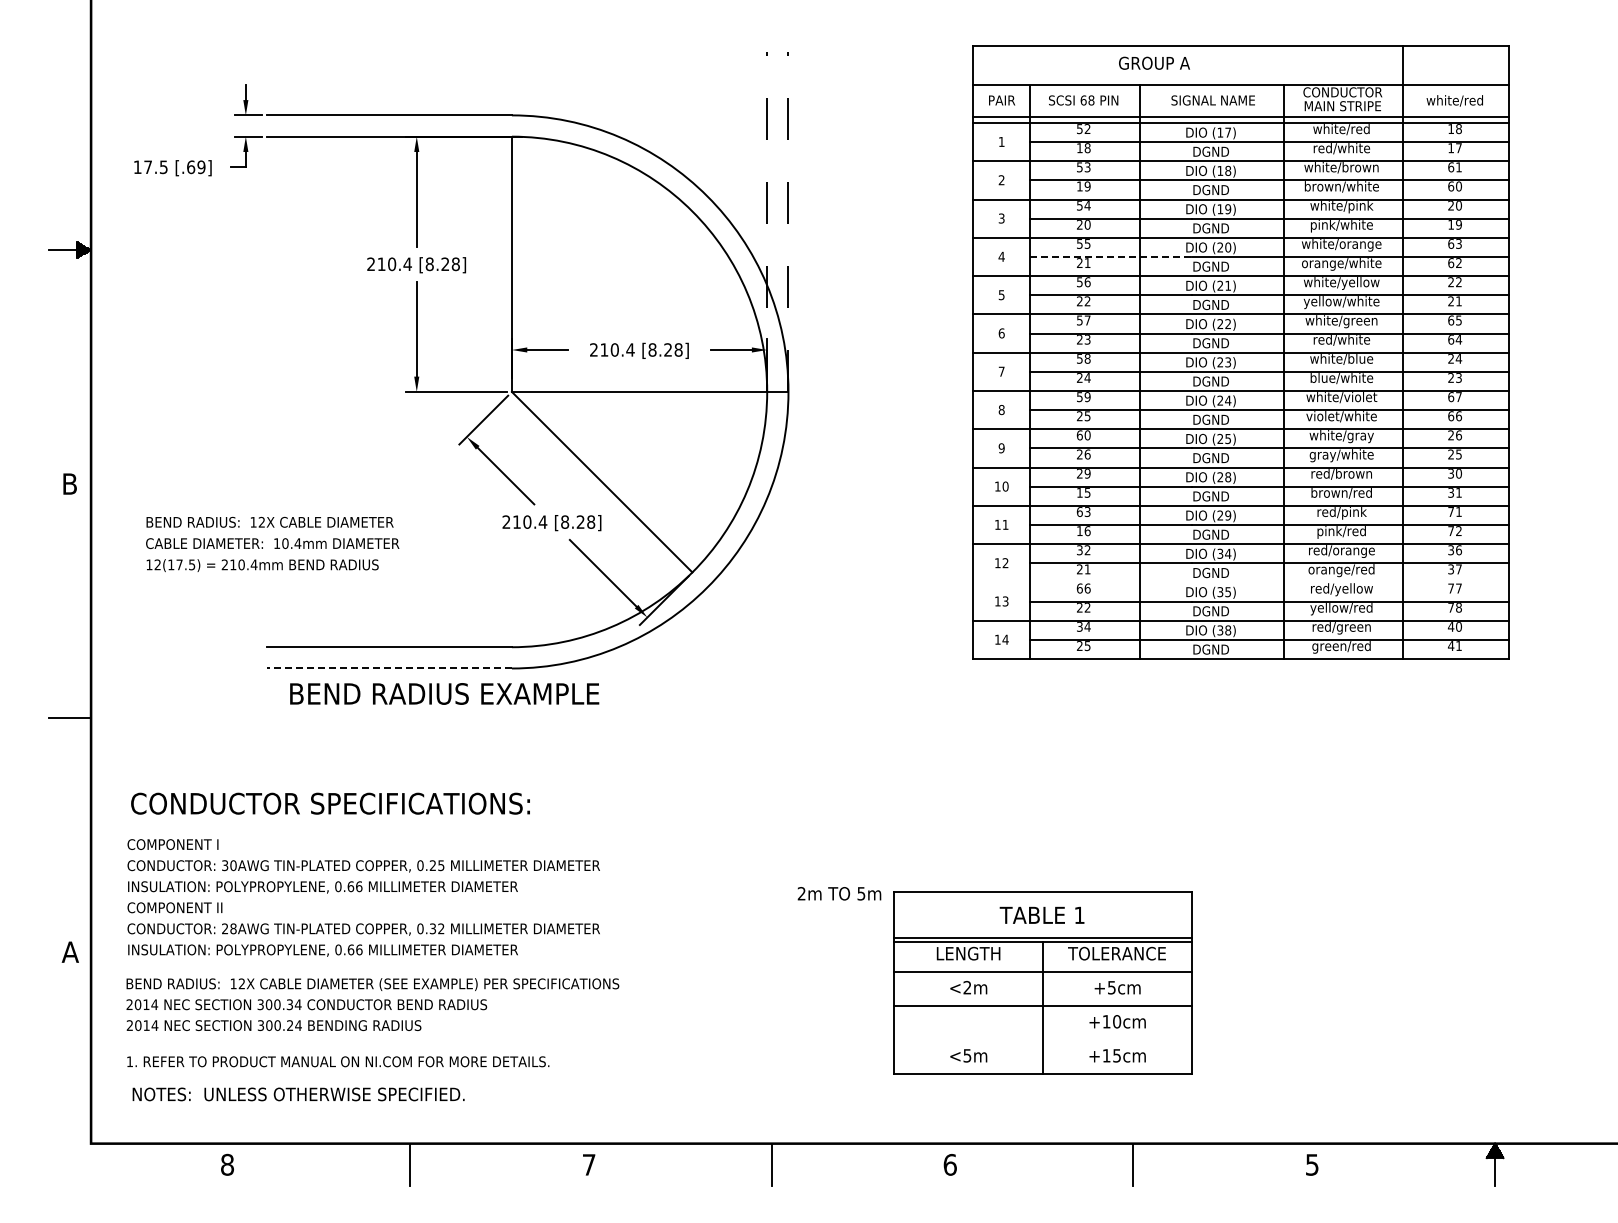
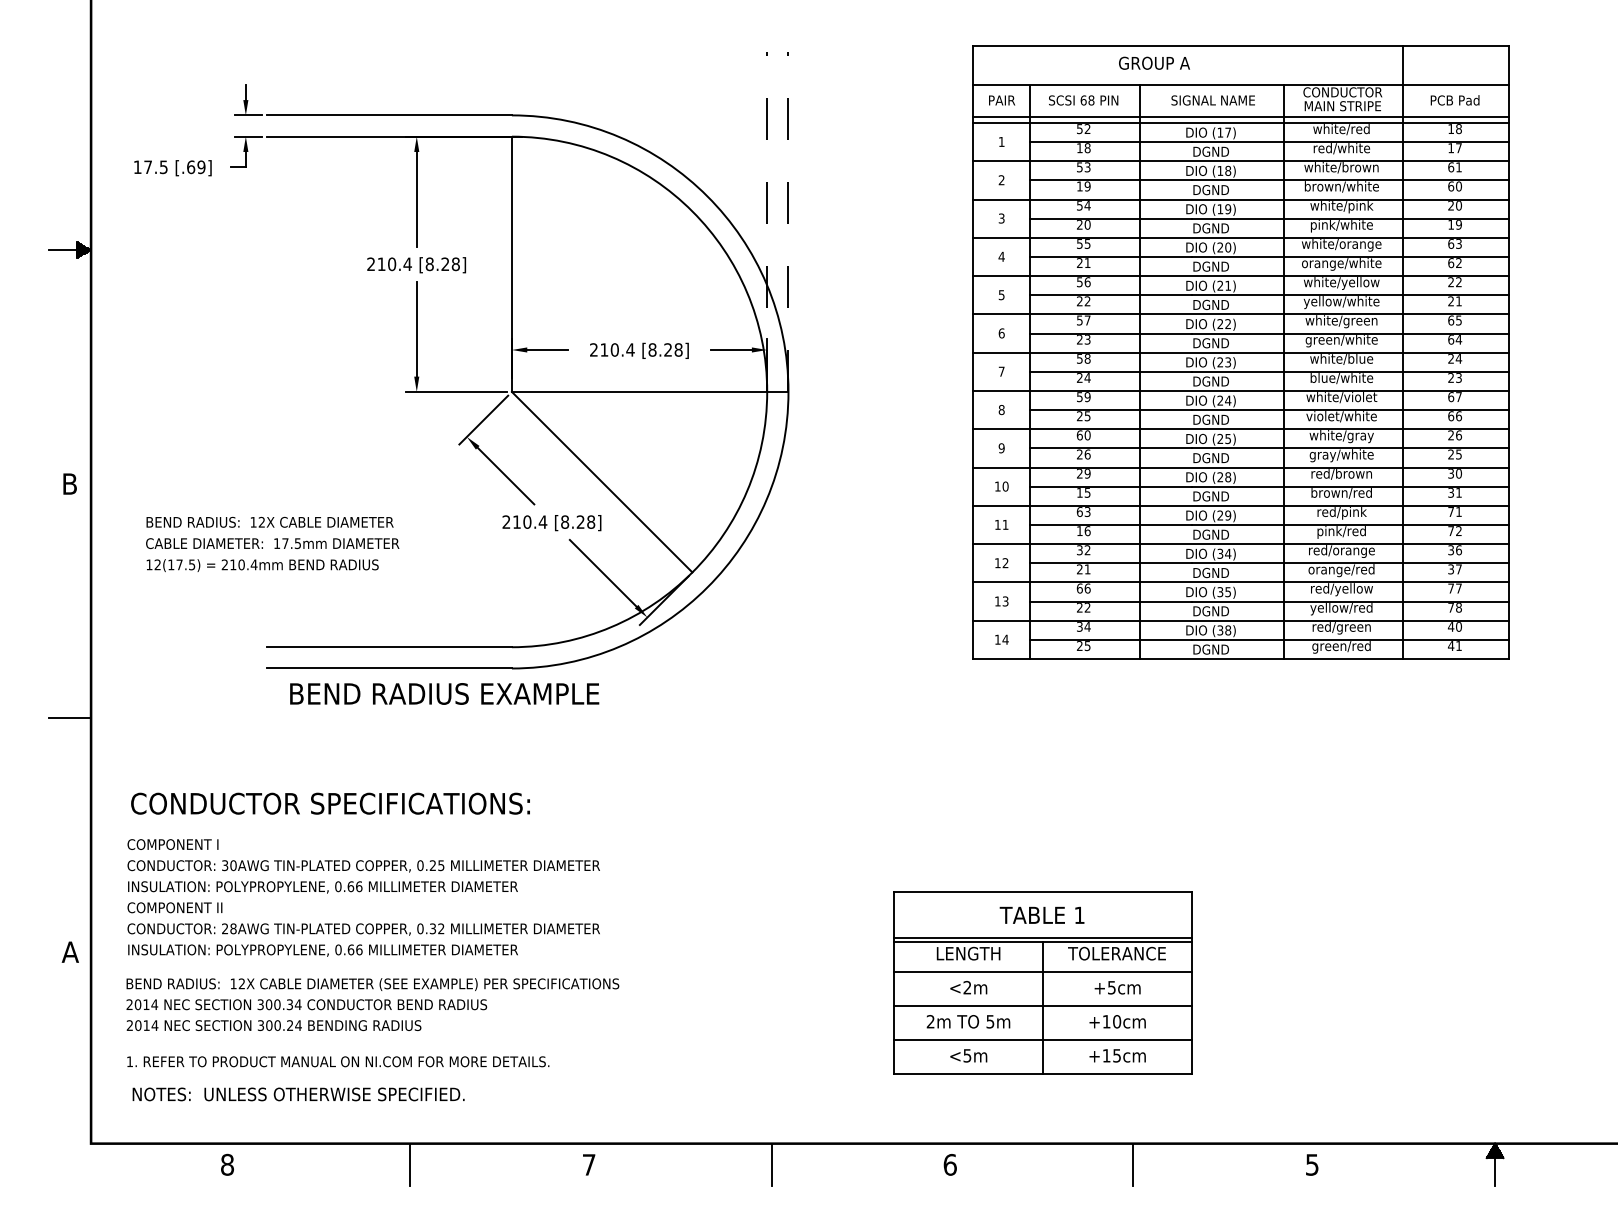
text at (1454, 100): white/red -> PCB Pad
line at (1111, 256): dashed -> solid
text at (1341, 341): red/white -> green/white
text at (291, 543): 10.4mm -> 17.5mm
line at (1241, 582): none -> present
line at (389, 668): dashed -> solid
text at (839, 893) position: (839, 893) -> (968, 1021)
line at (1042, 1040): none -> present
